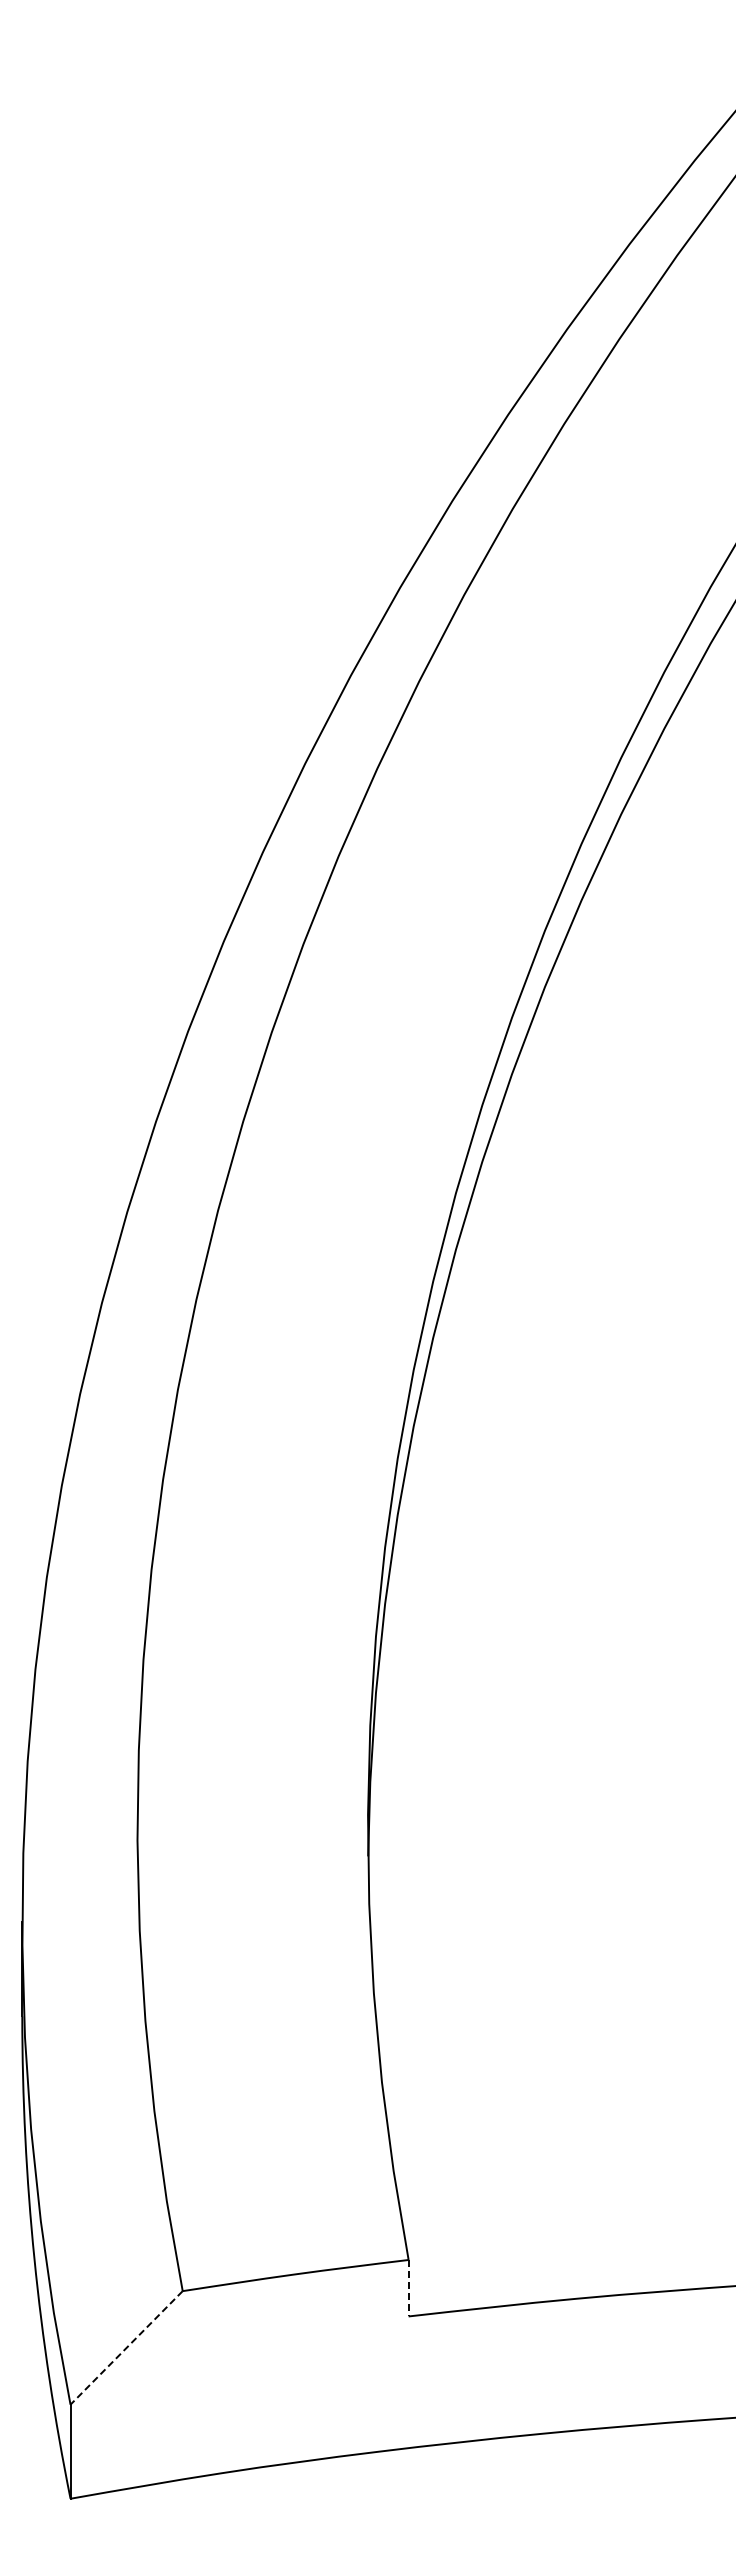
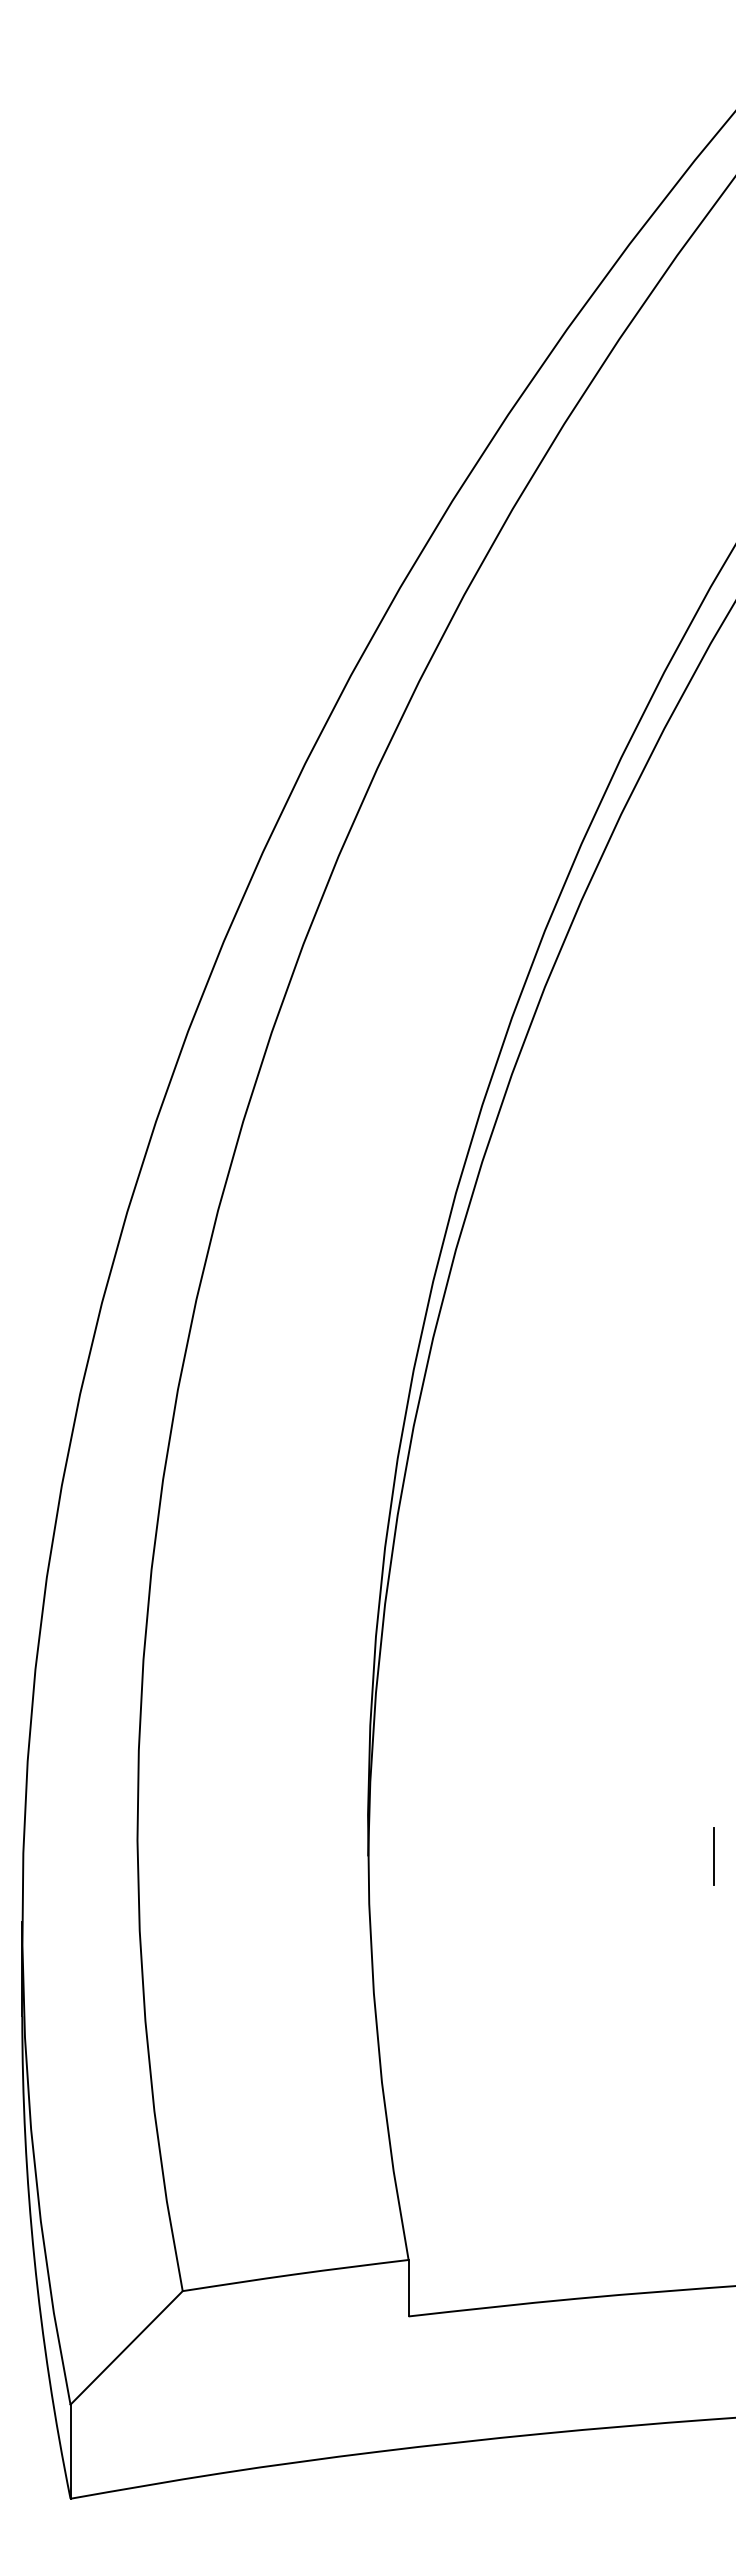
line at (713, 1856): none -> present
line at (408, 2288): dashed -> solid
line at (126, 2347): dashed -> solid
